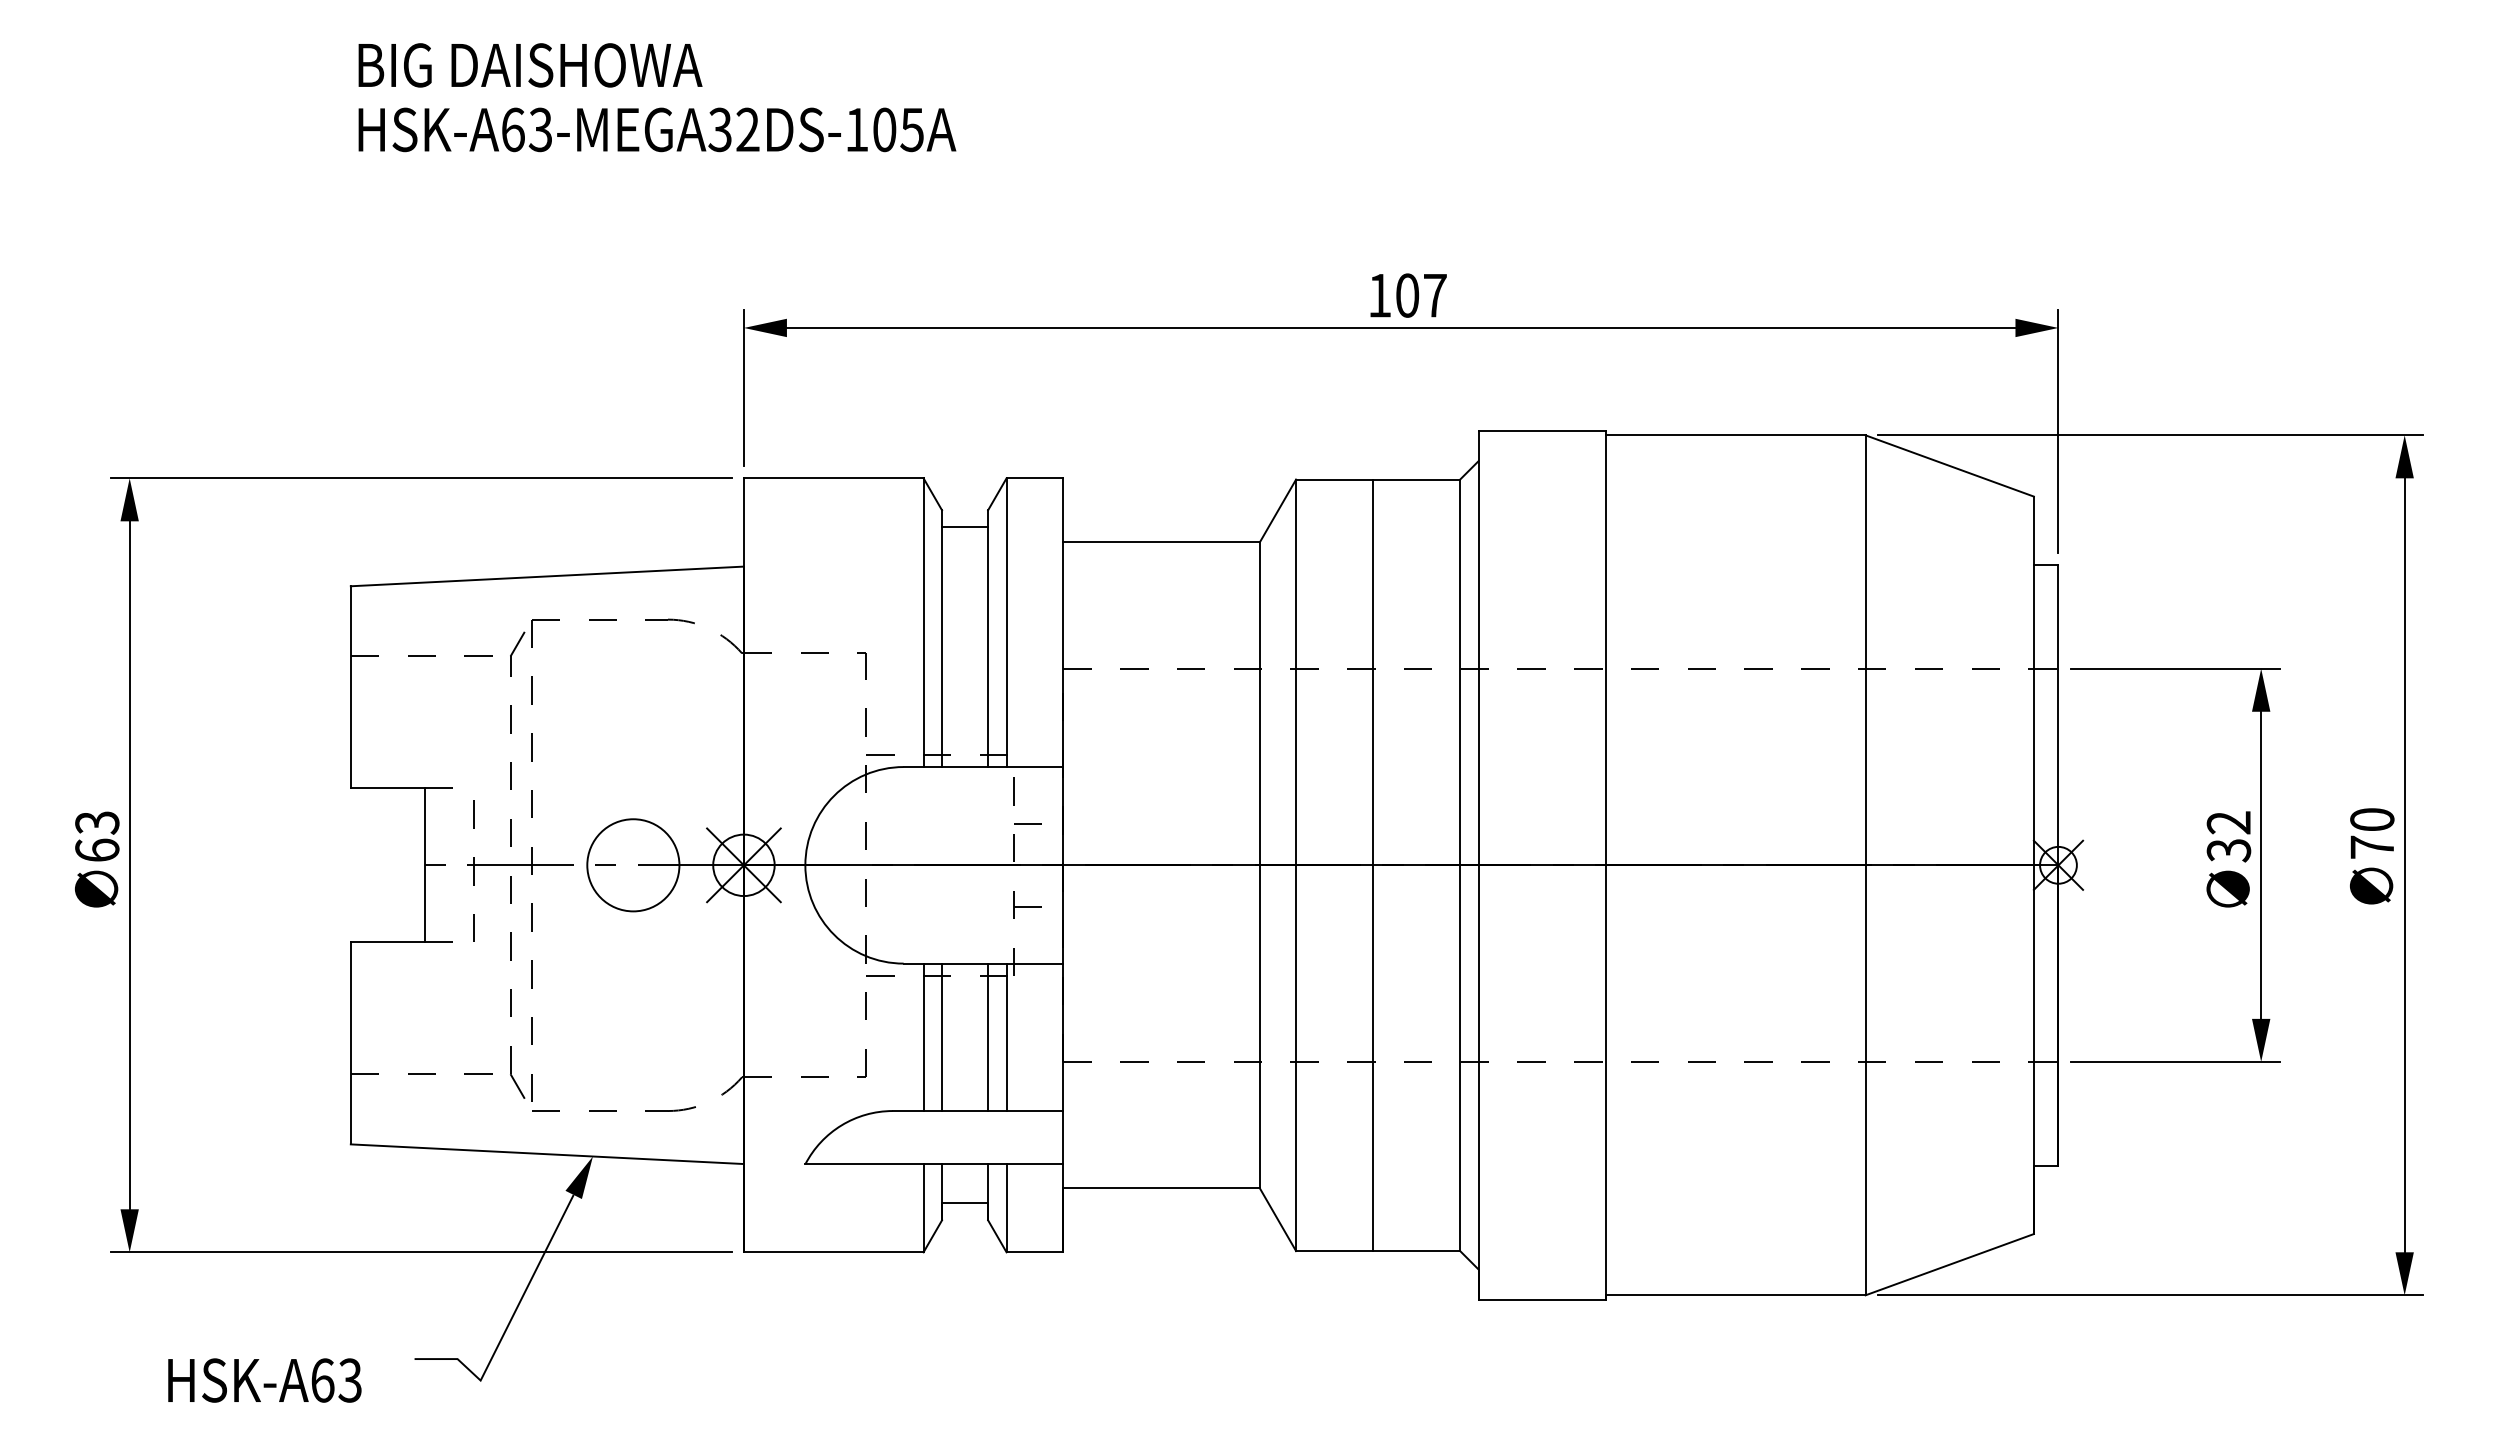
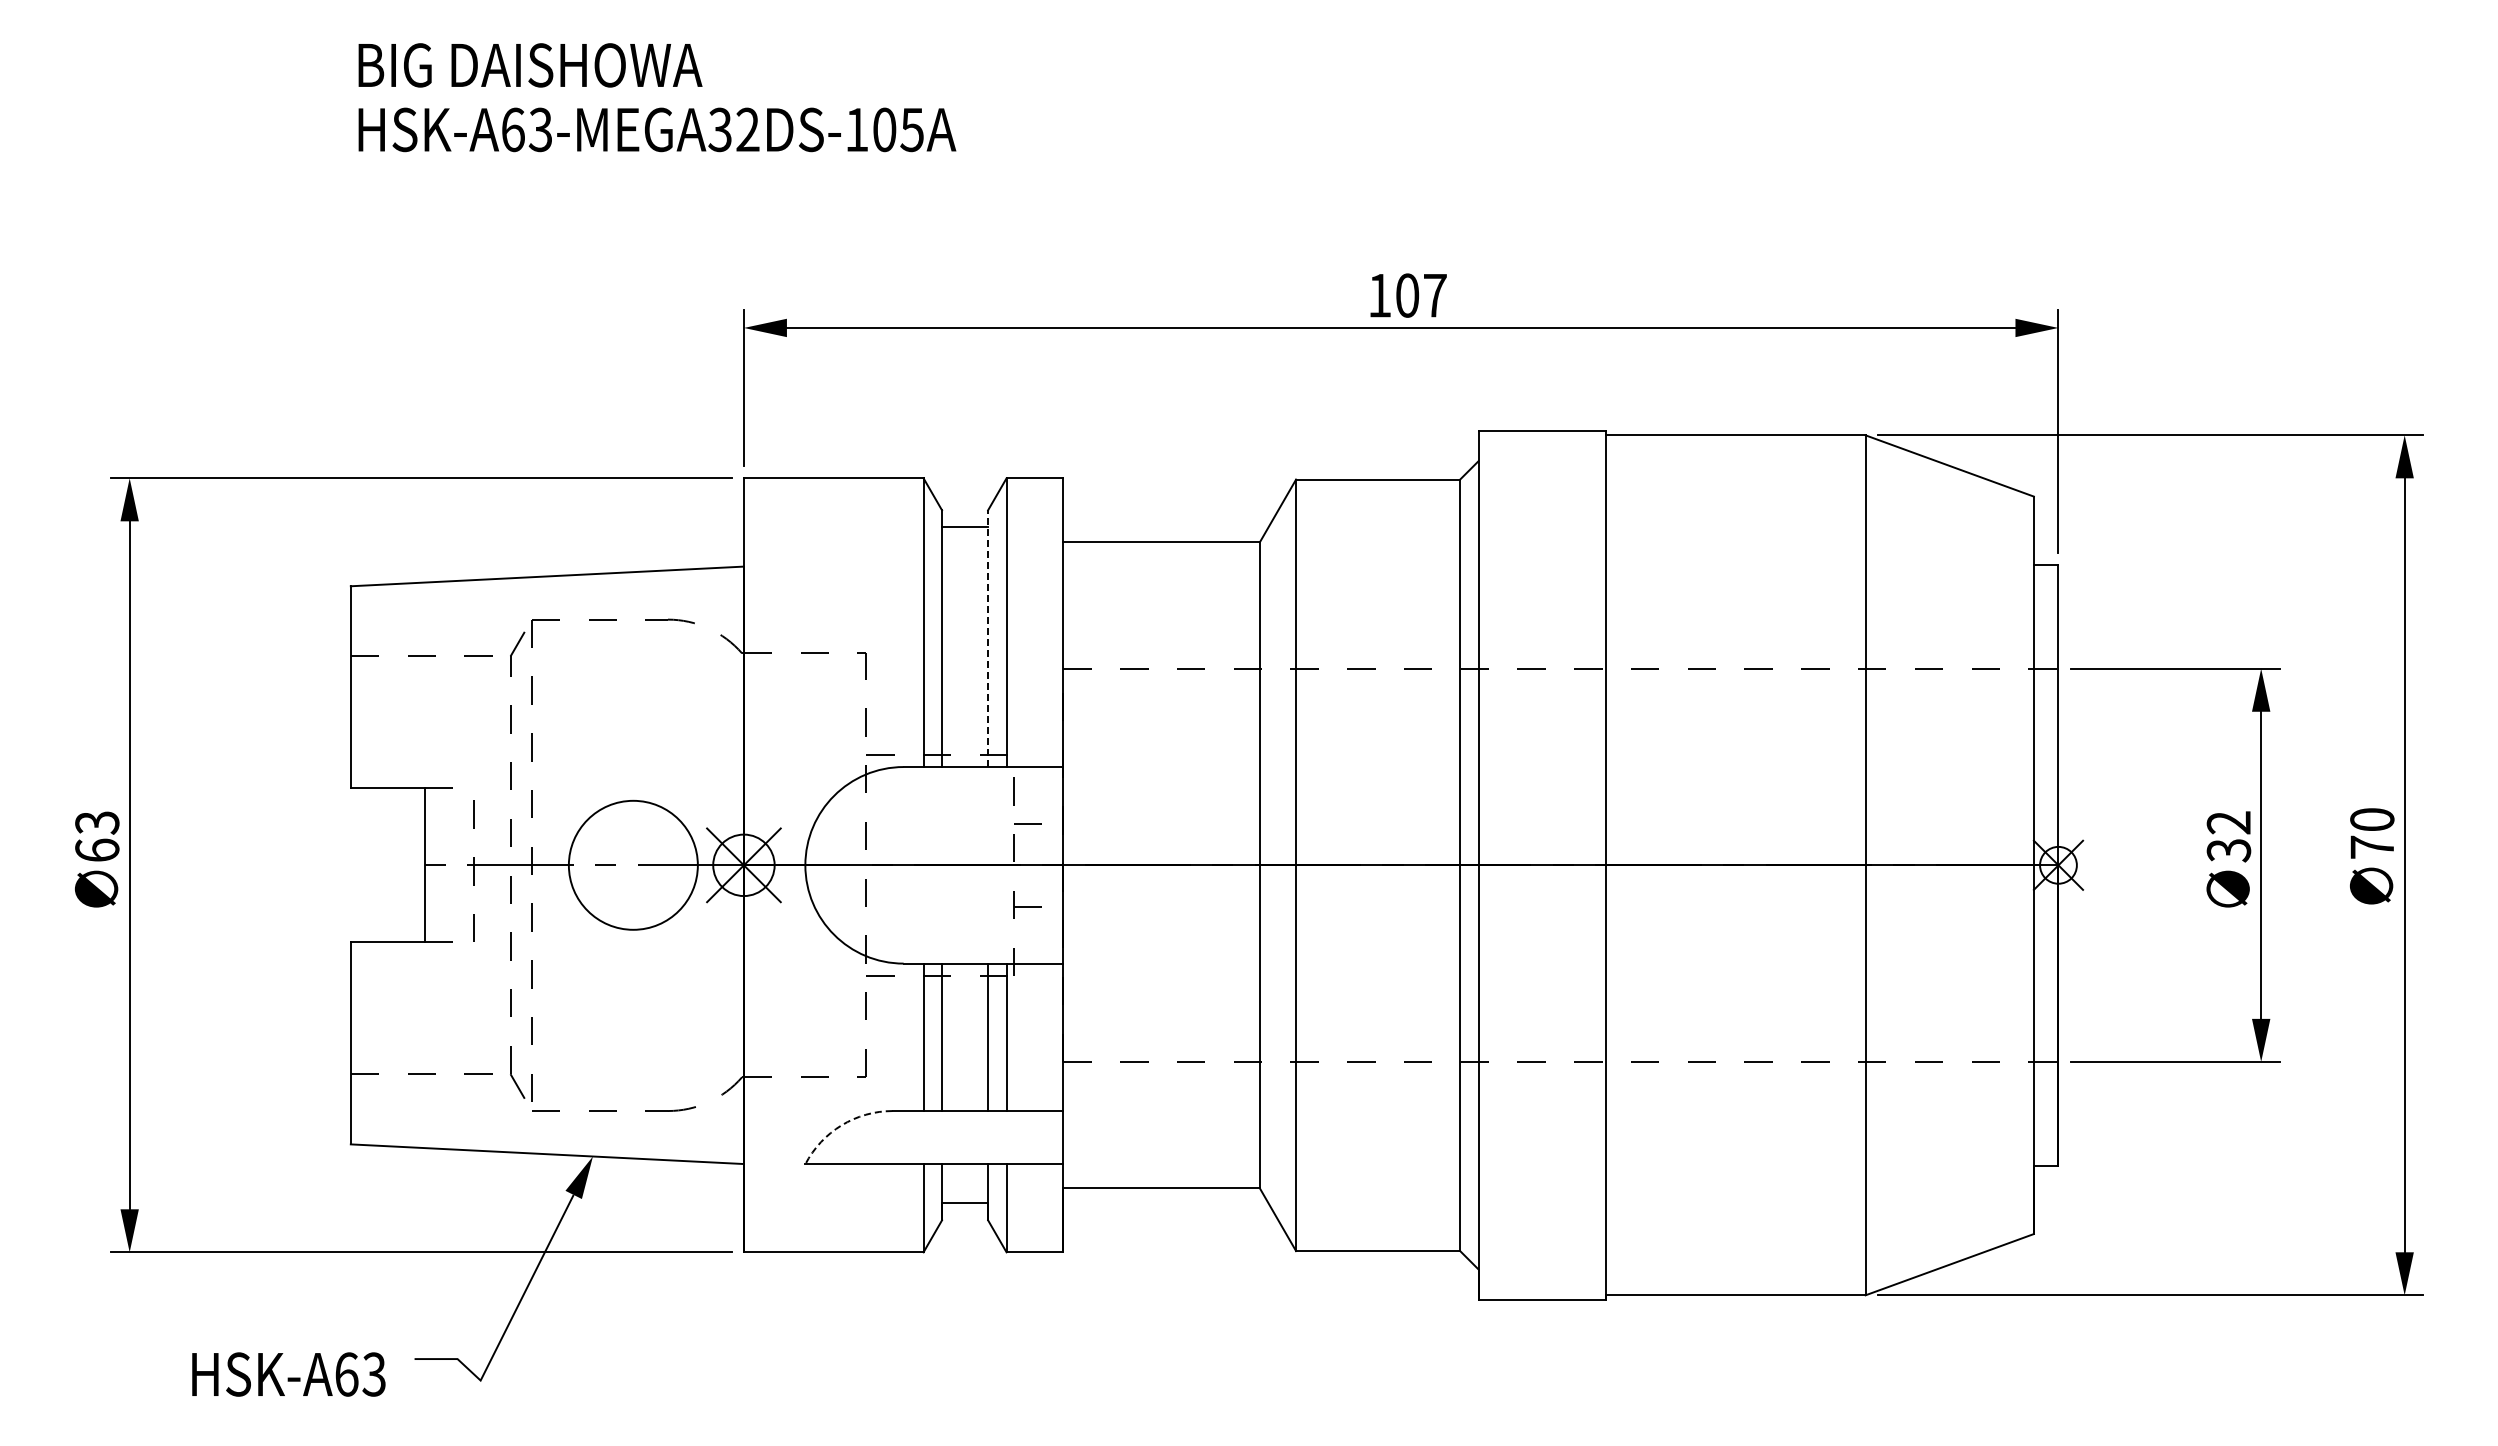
line at (988, 638): solid -> dashed
circle at (633, 865) diameter: 92 px -> 129 px
line at (1372, 865): present -> none
arc at (841, 1125): solid -> dashed
text at (264, 1380) position: (264, 1380) -> (288, 1374)
